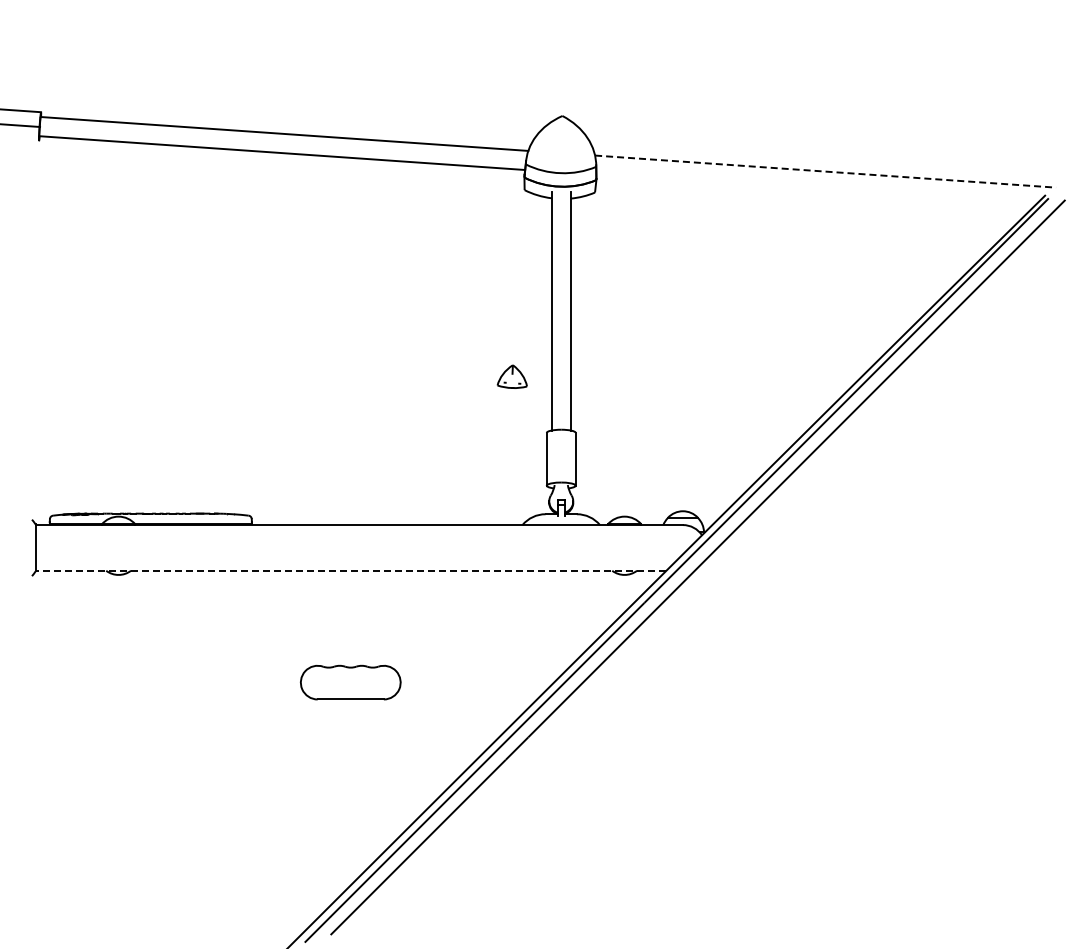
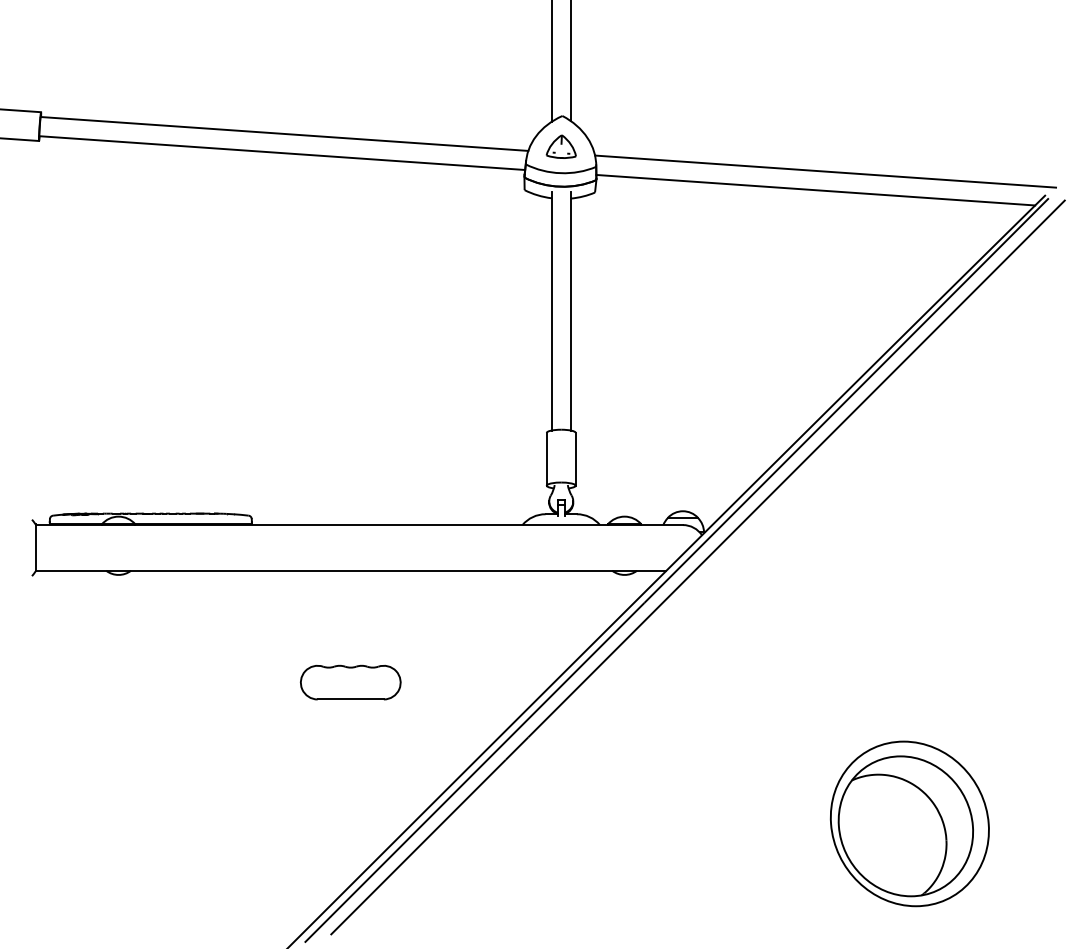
line at (551, 61): none -> present
line at (570, 61): none -> present
line at (21, 125) position: (21, 125) -> (20, 139)
line at (826, 171): dashed -> solid
line at (815, 189): none -> present
part at (511, 376) position: (511, 376) -> (560, 146)
line at (350, 570): dashed -> solid
part at (909, 823): none -> present
